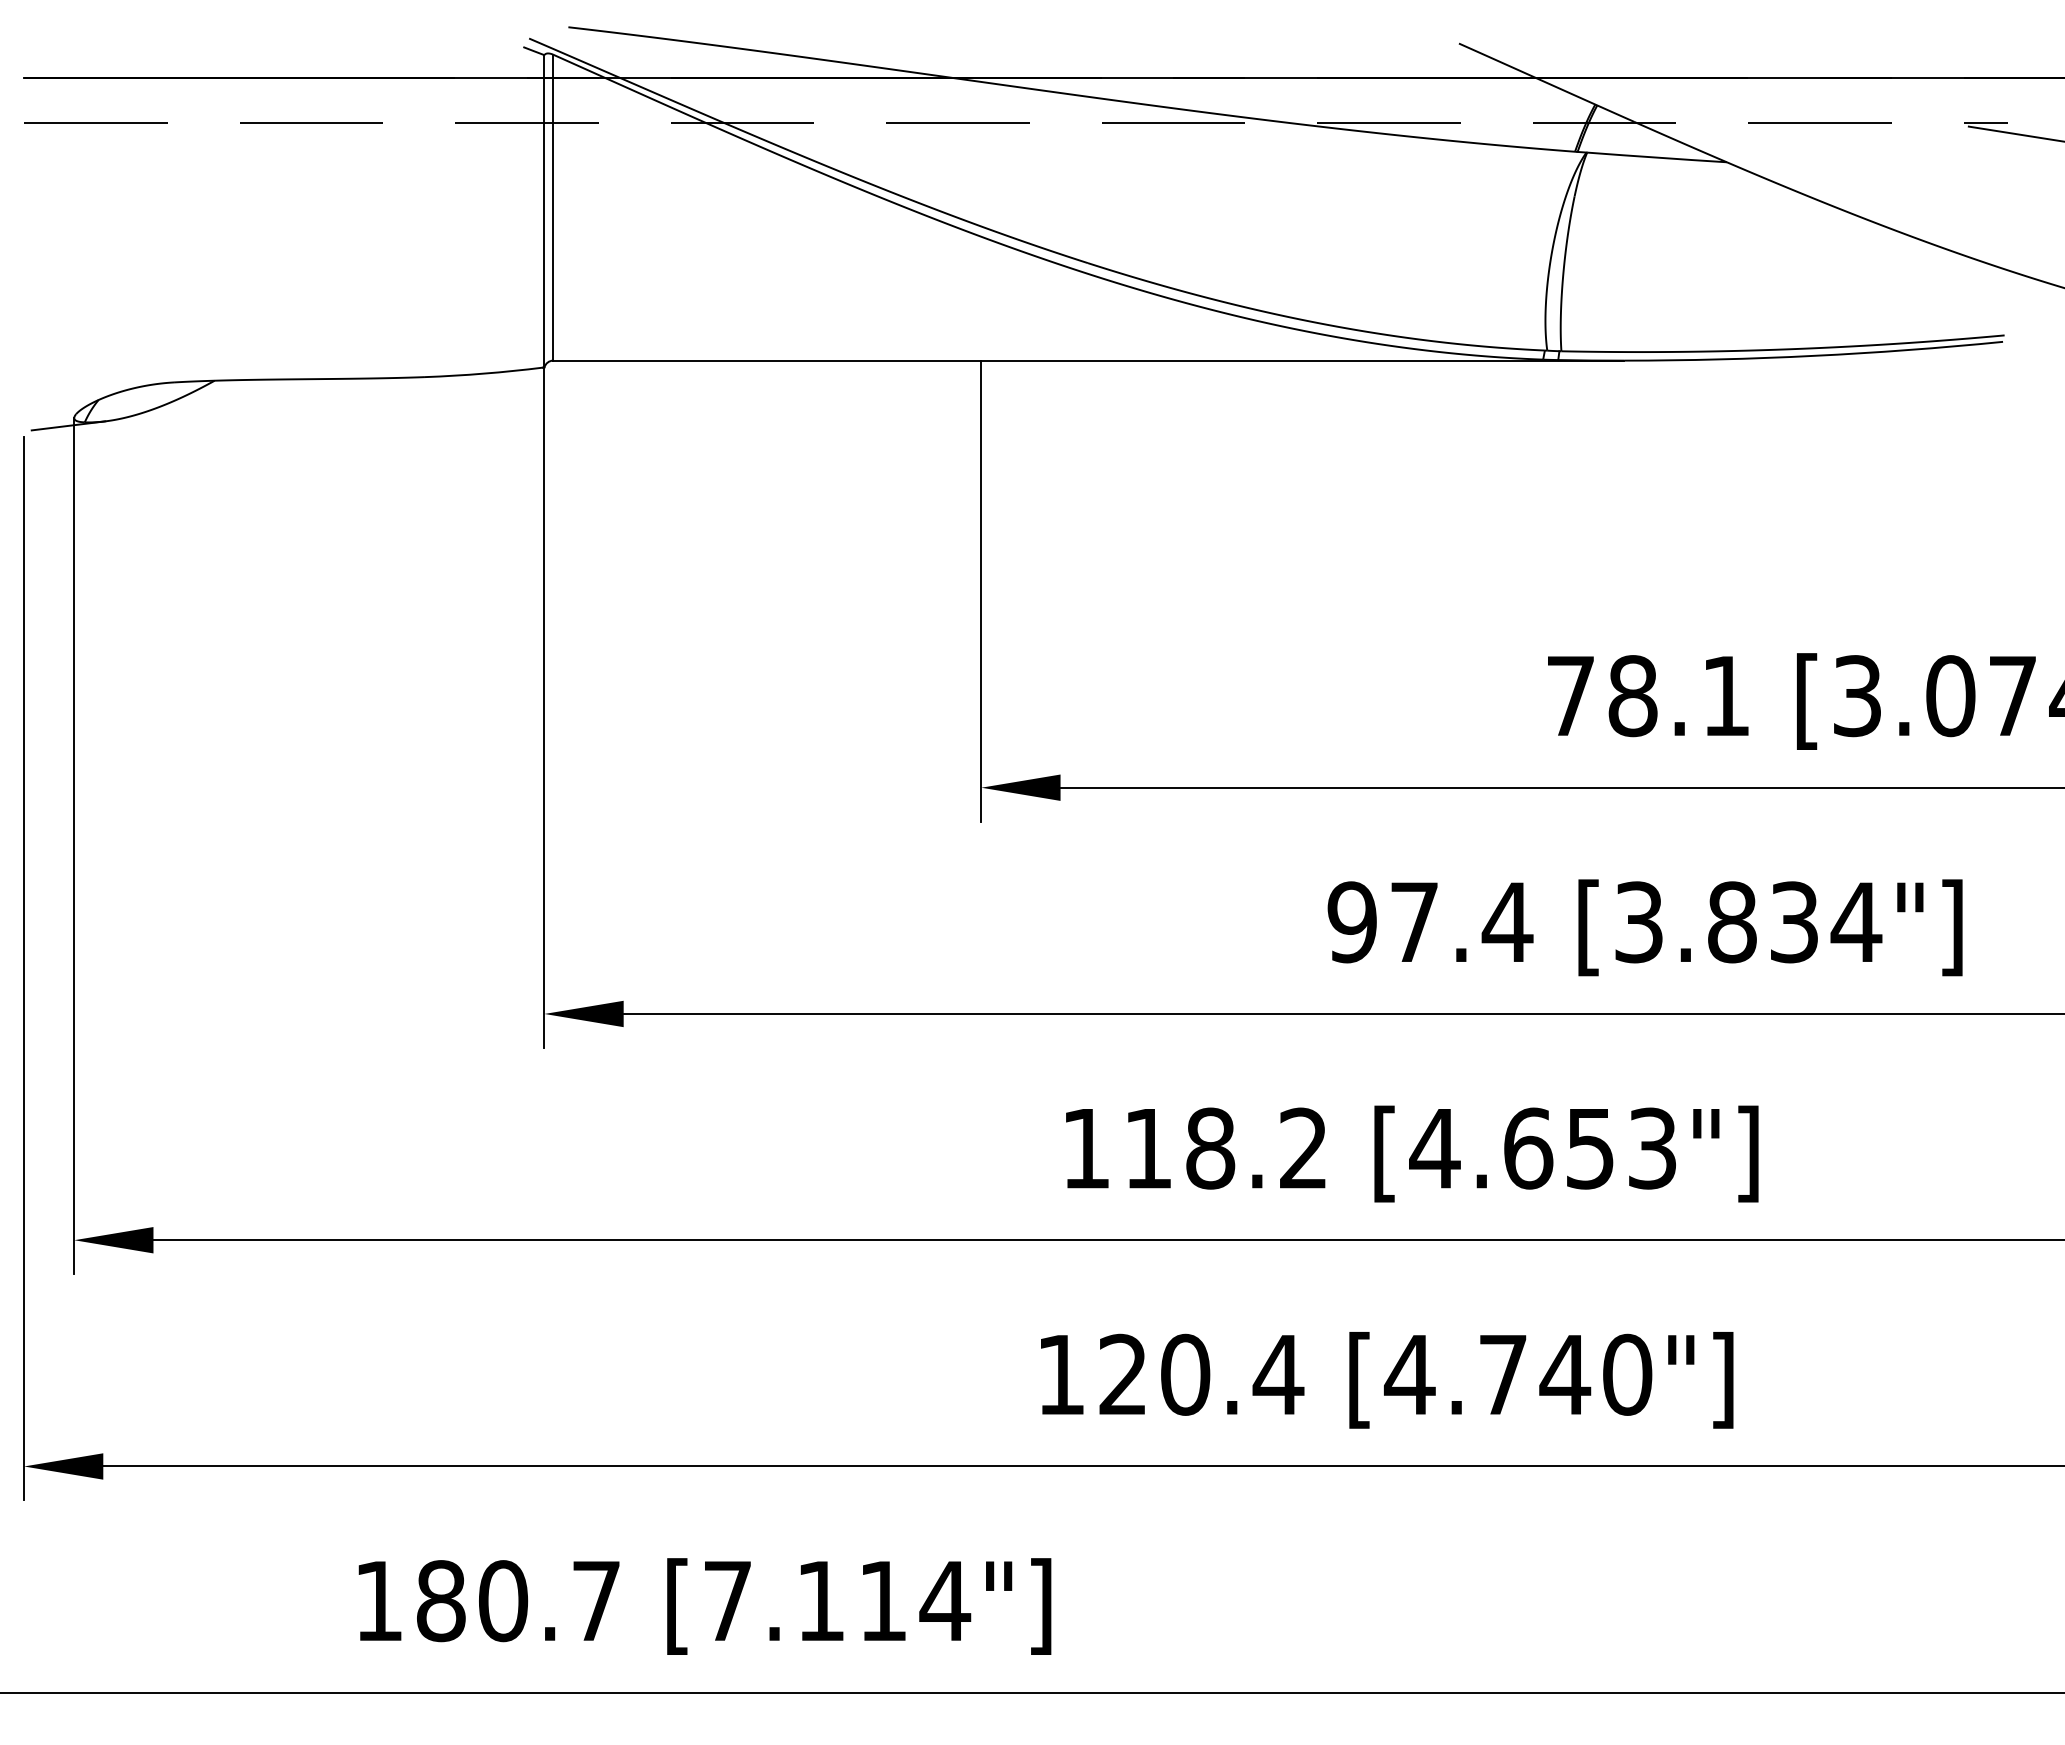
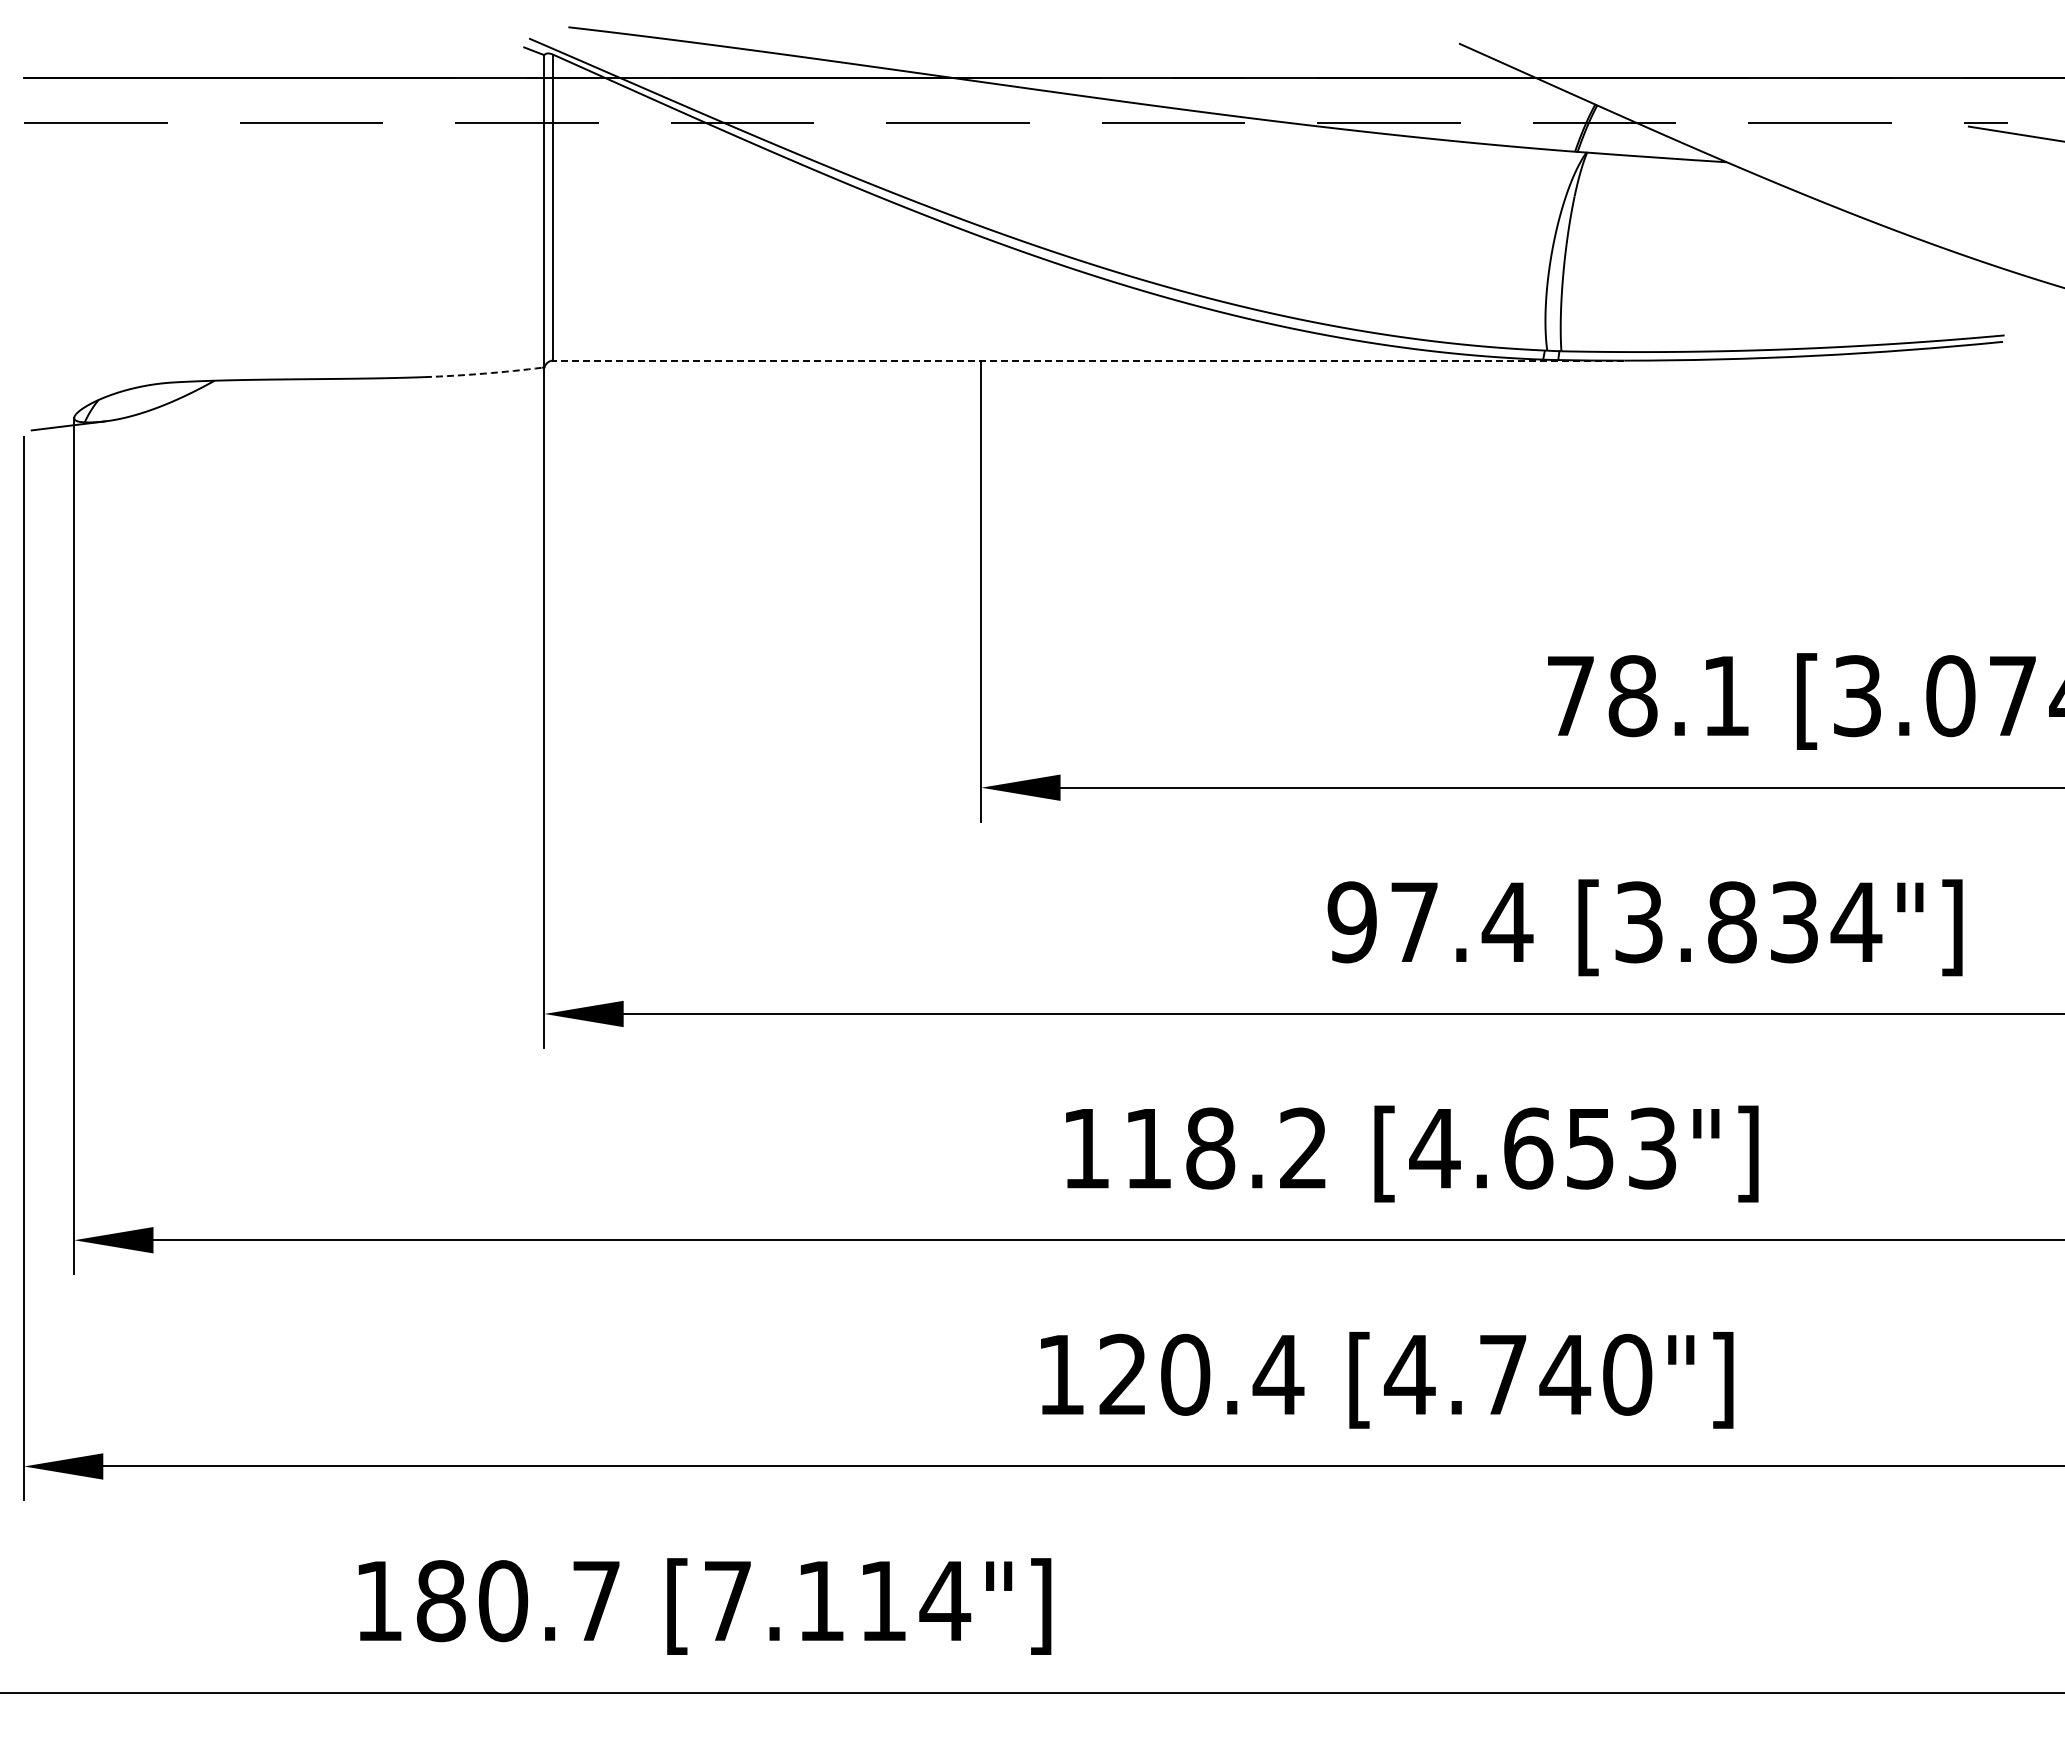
line at (1088, 360): solid -> dashed
arc at (484, 373): solid -> dashed
